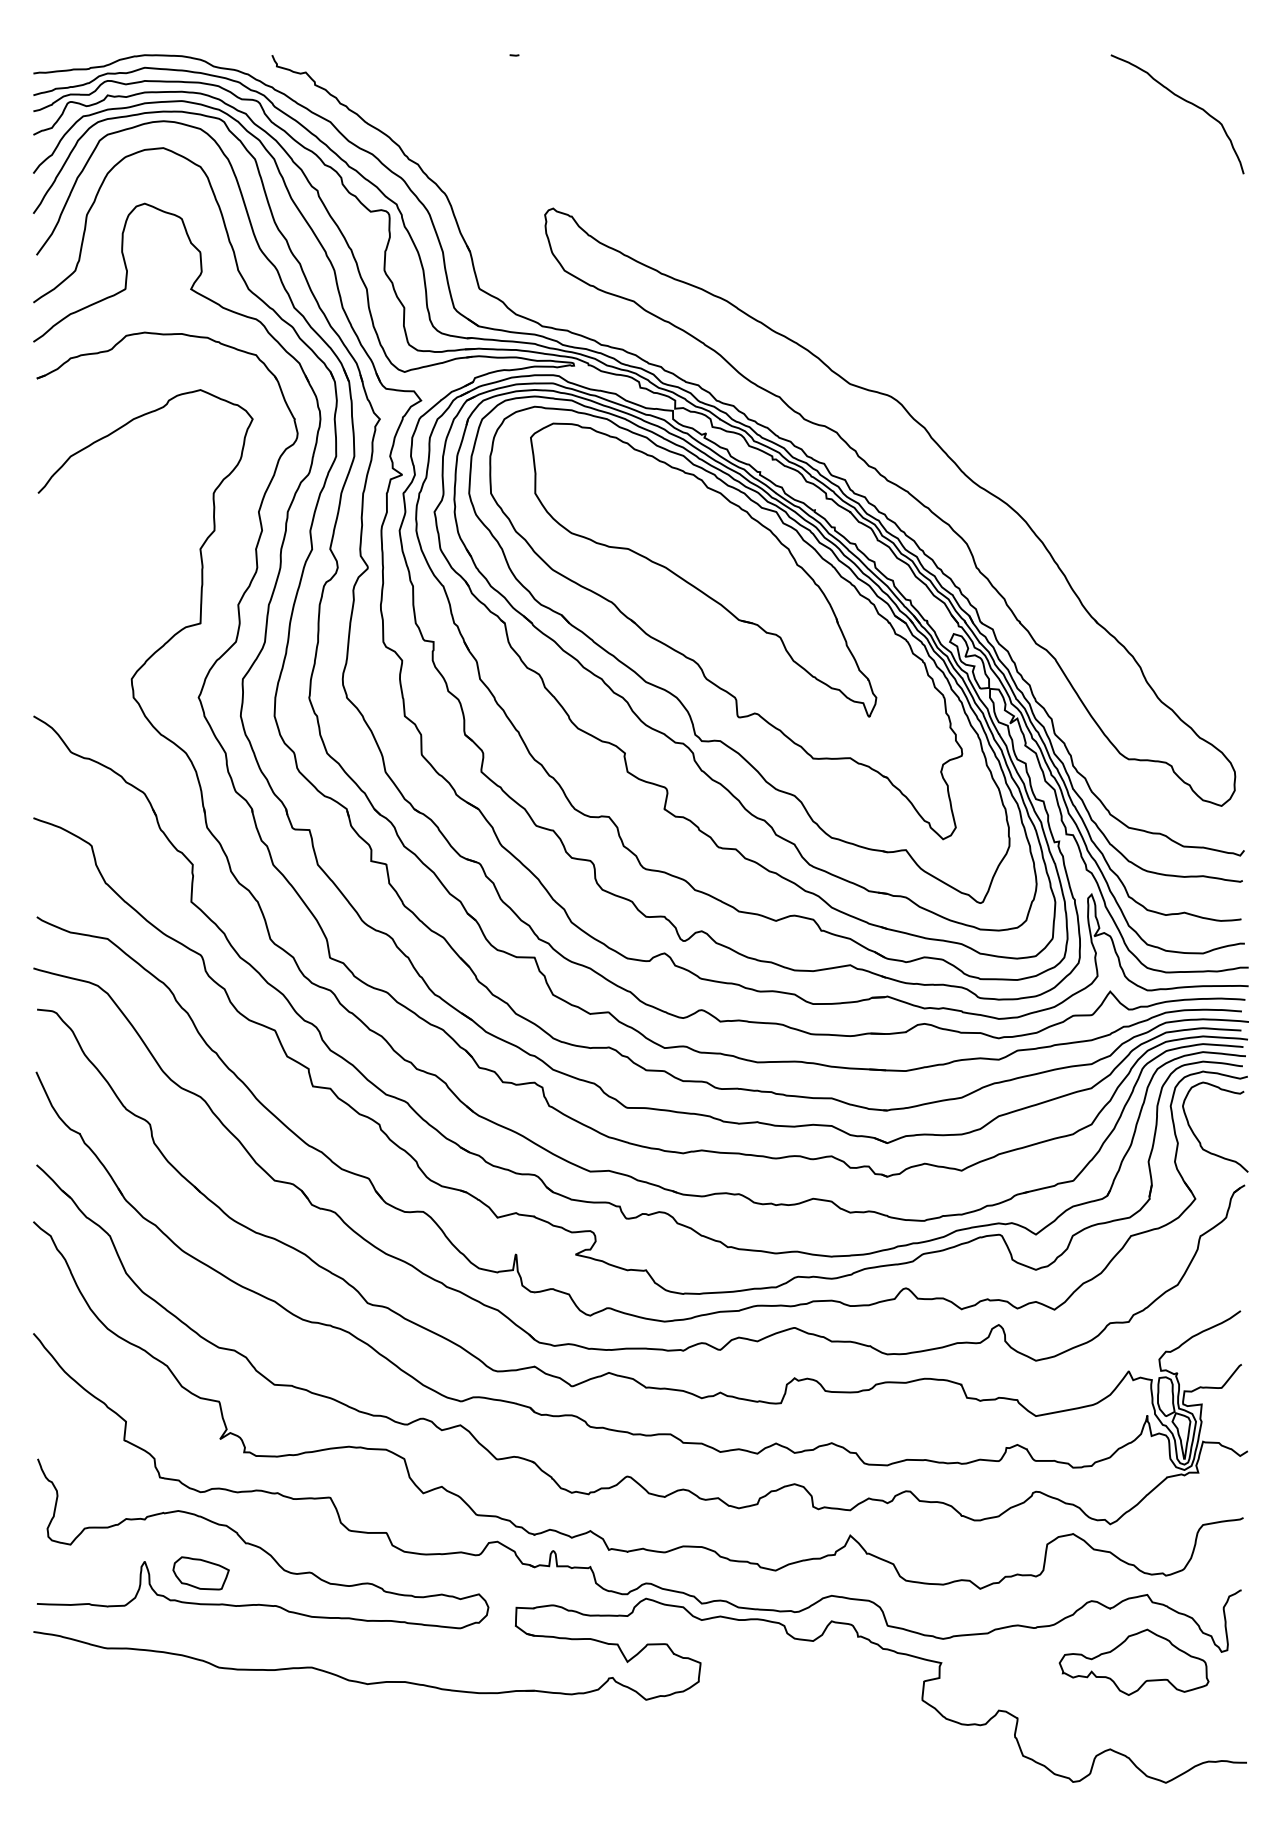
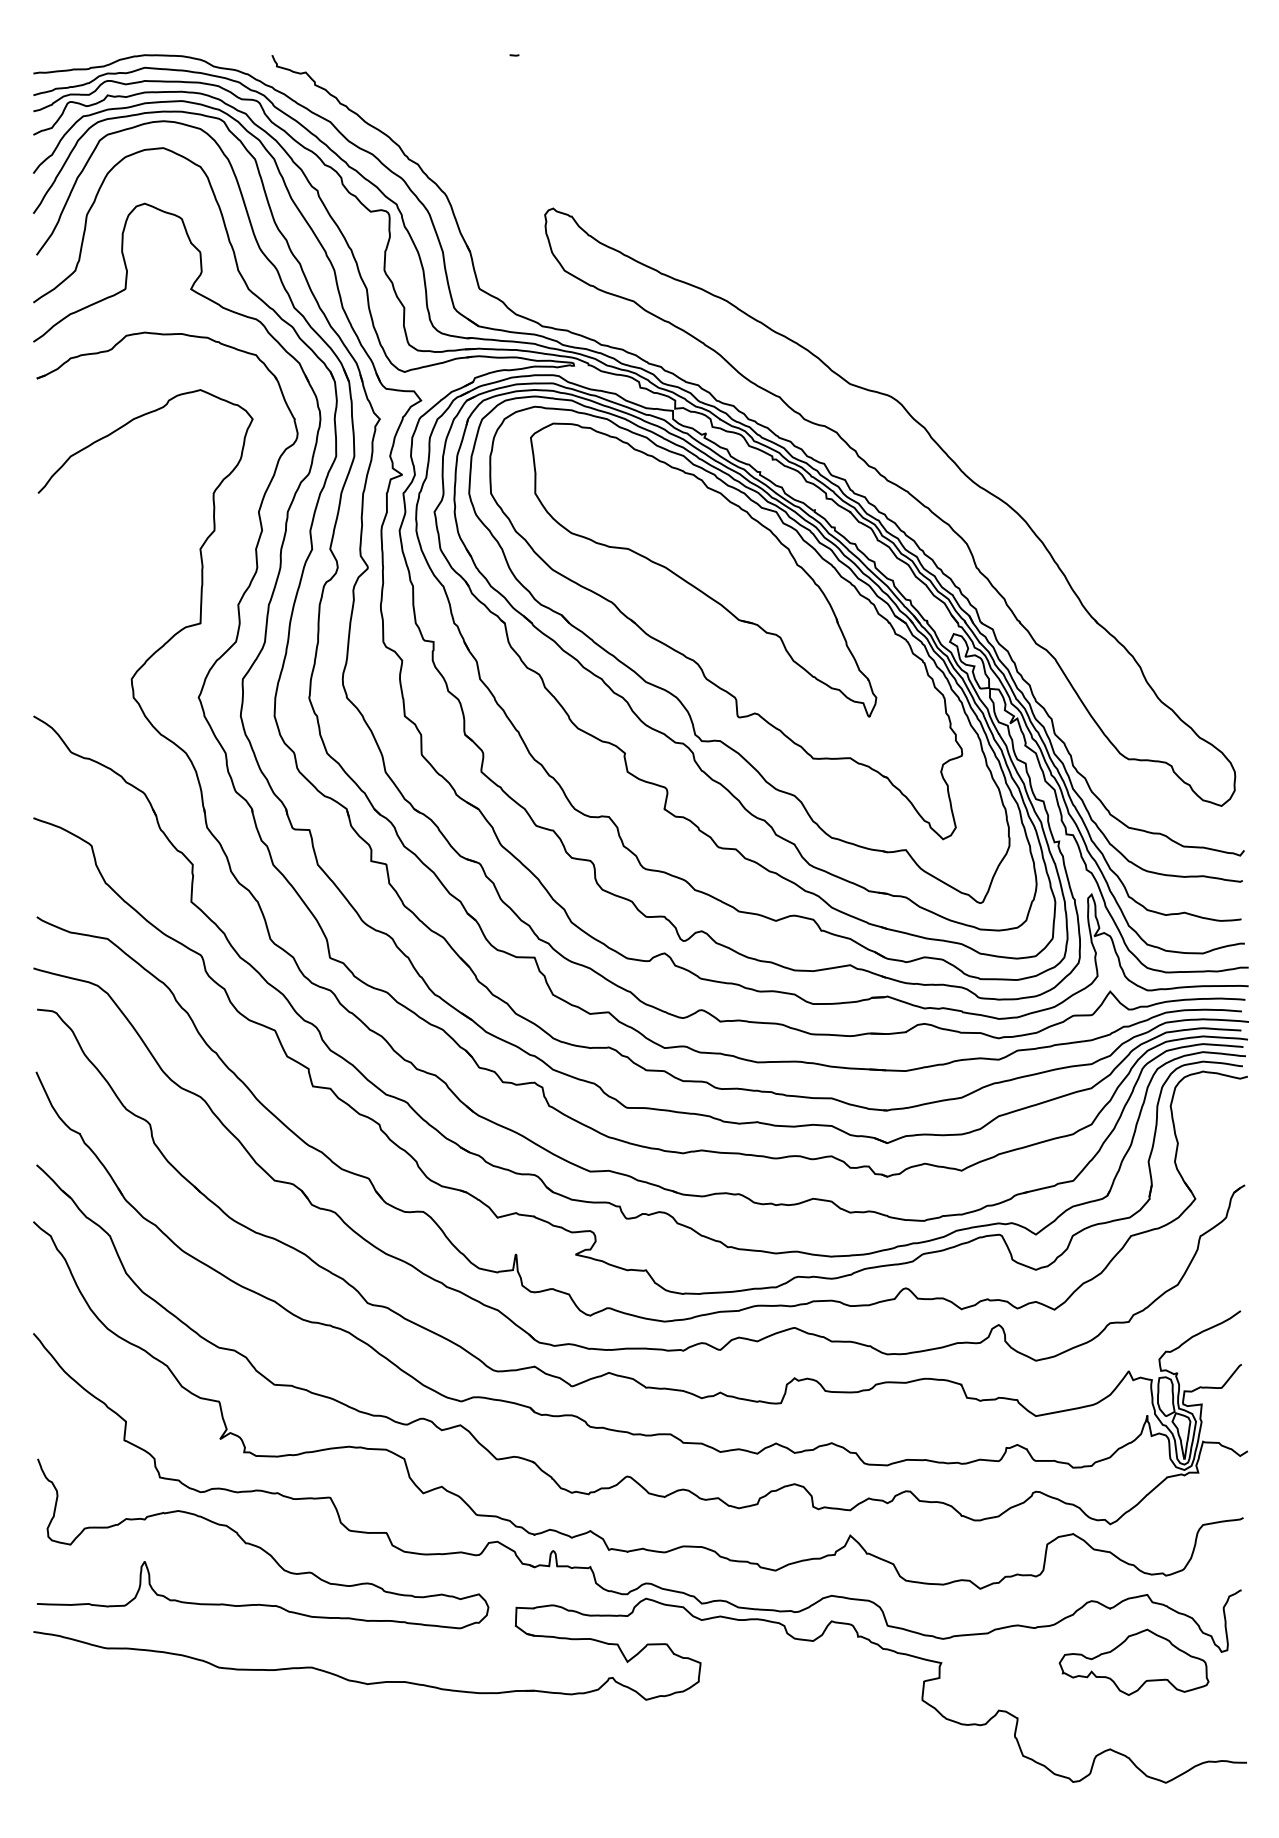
curve at (1186, 102): present -> none
curve at (1198, 1138): present -> none
part at (200, 1573): present -> none
